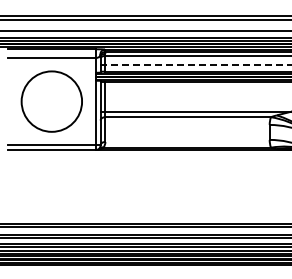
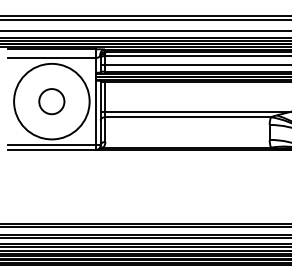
line at (198, 64): dashed -> solid
circle at (51, 101) diameter: 60 px -> 76 px
circle at (51, 101): none -> present
